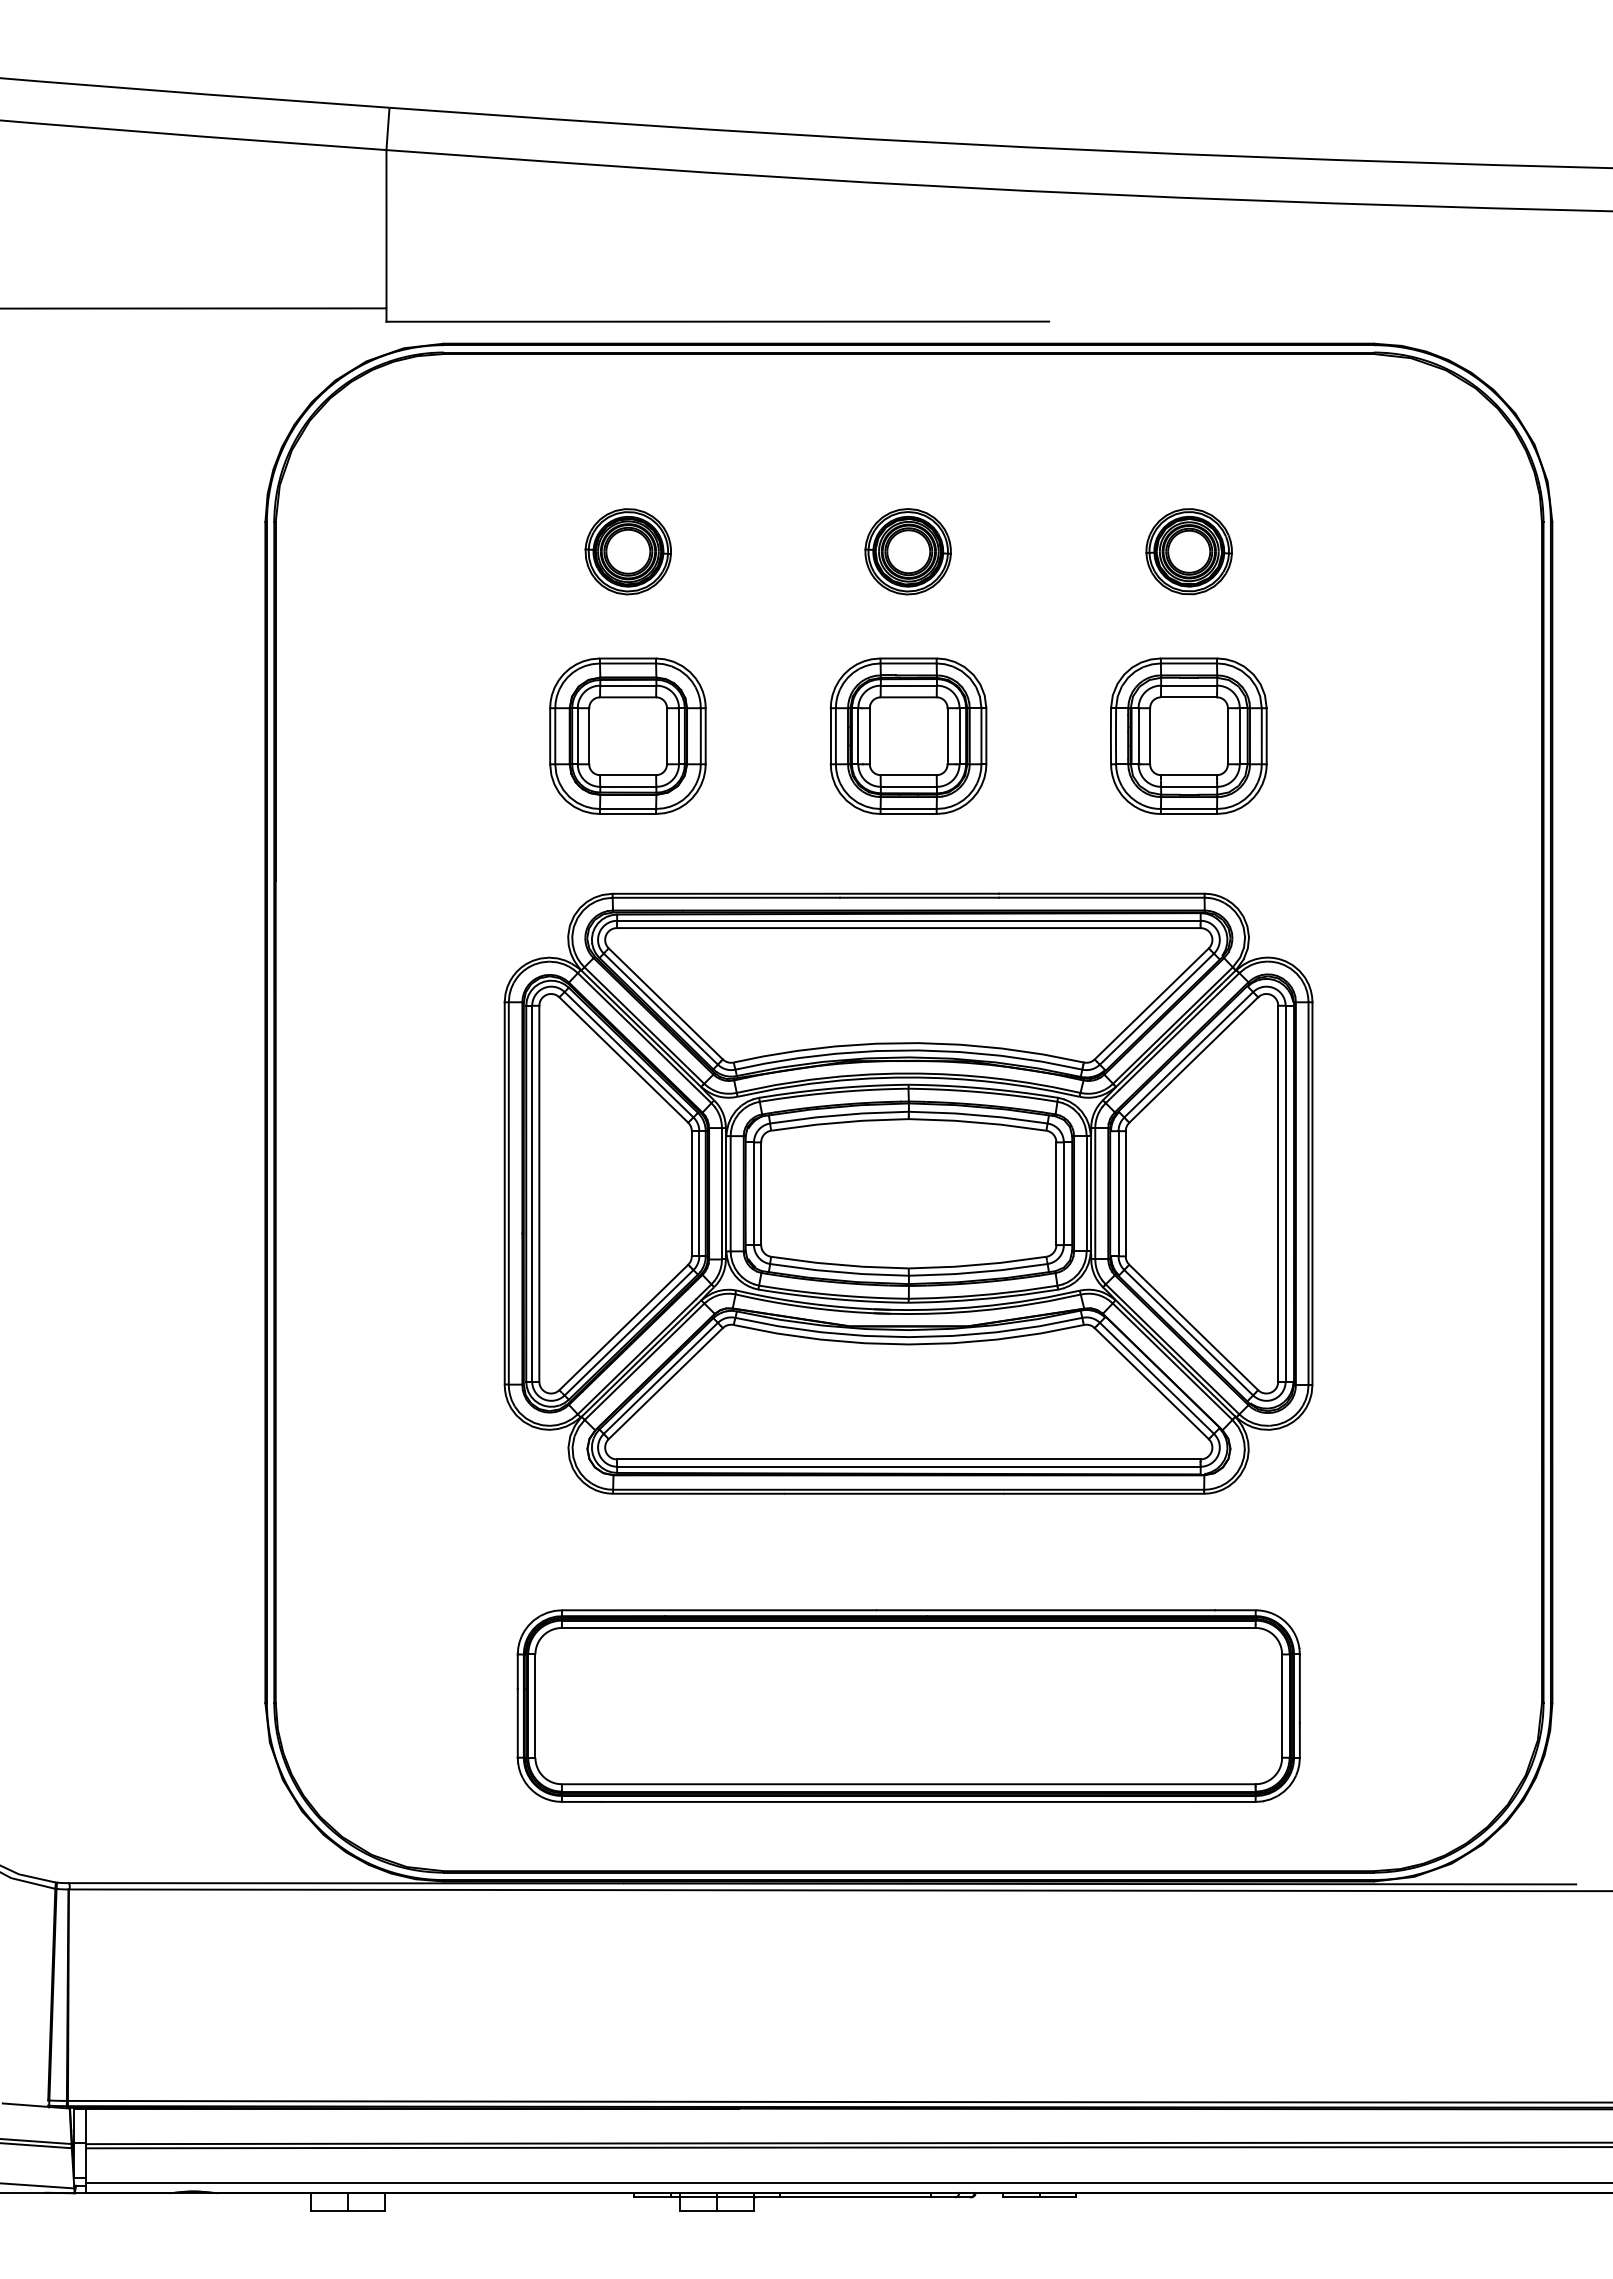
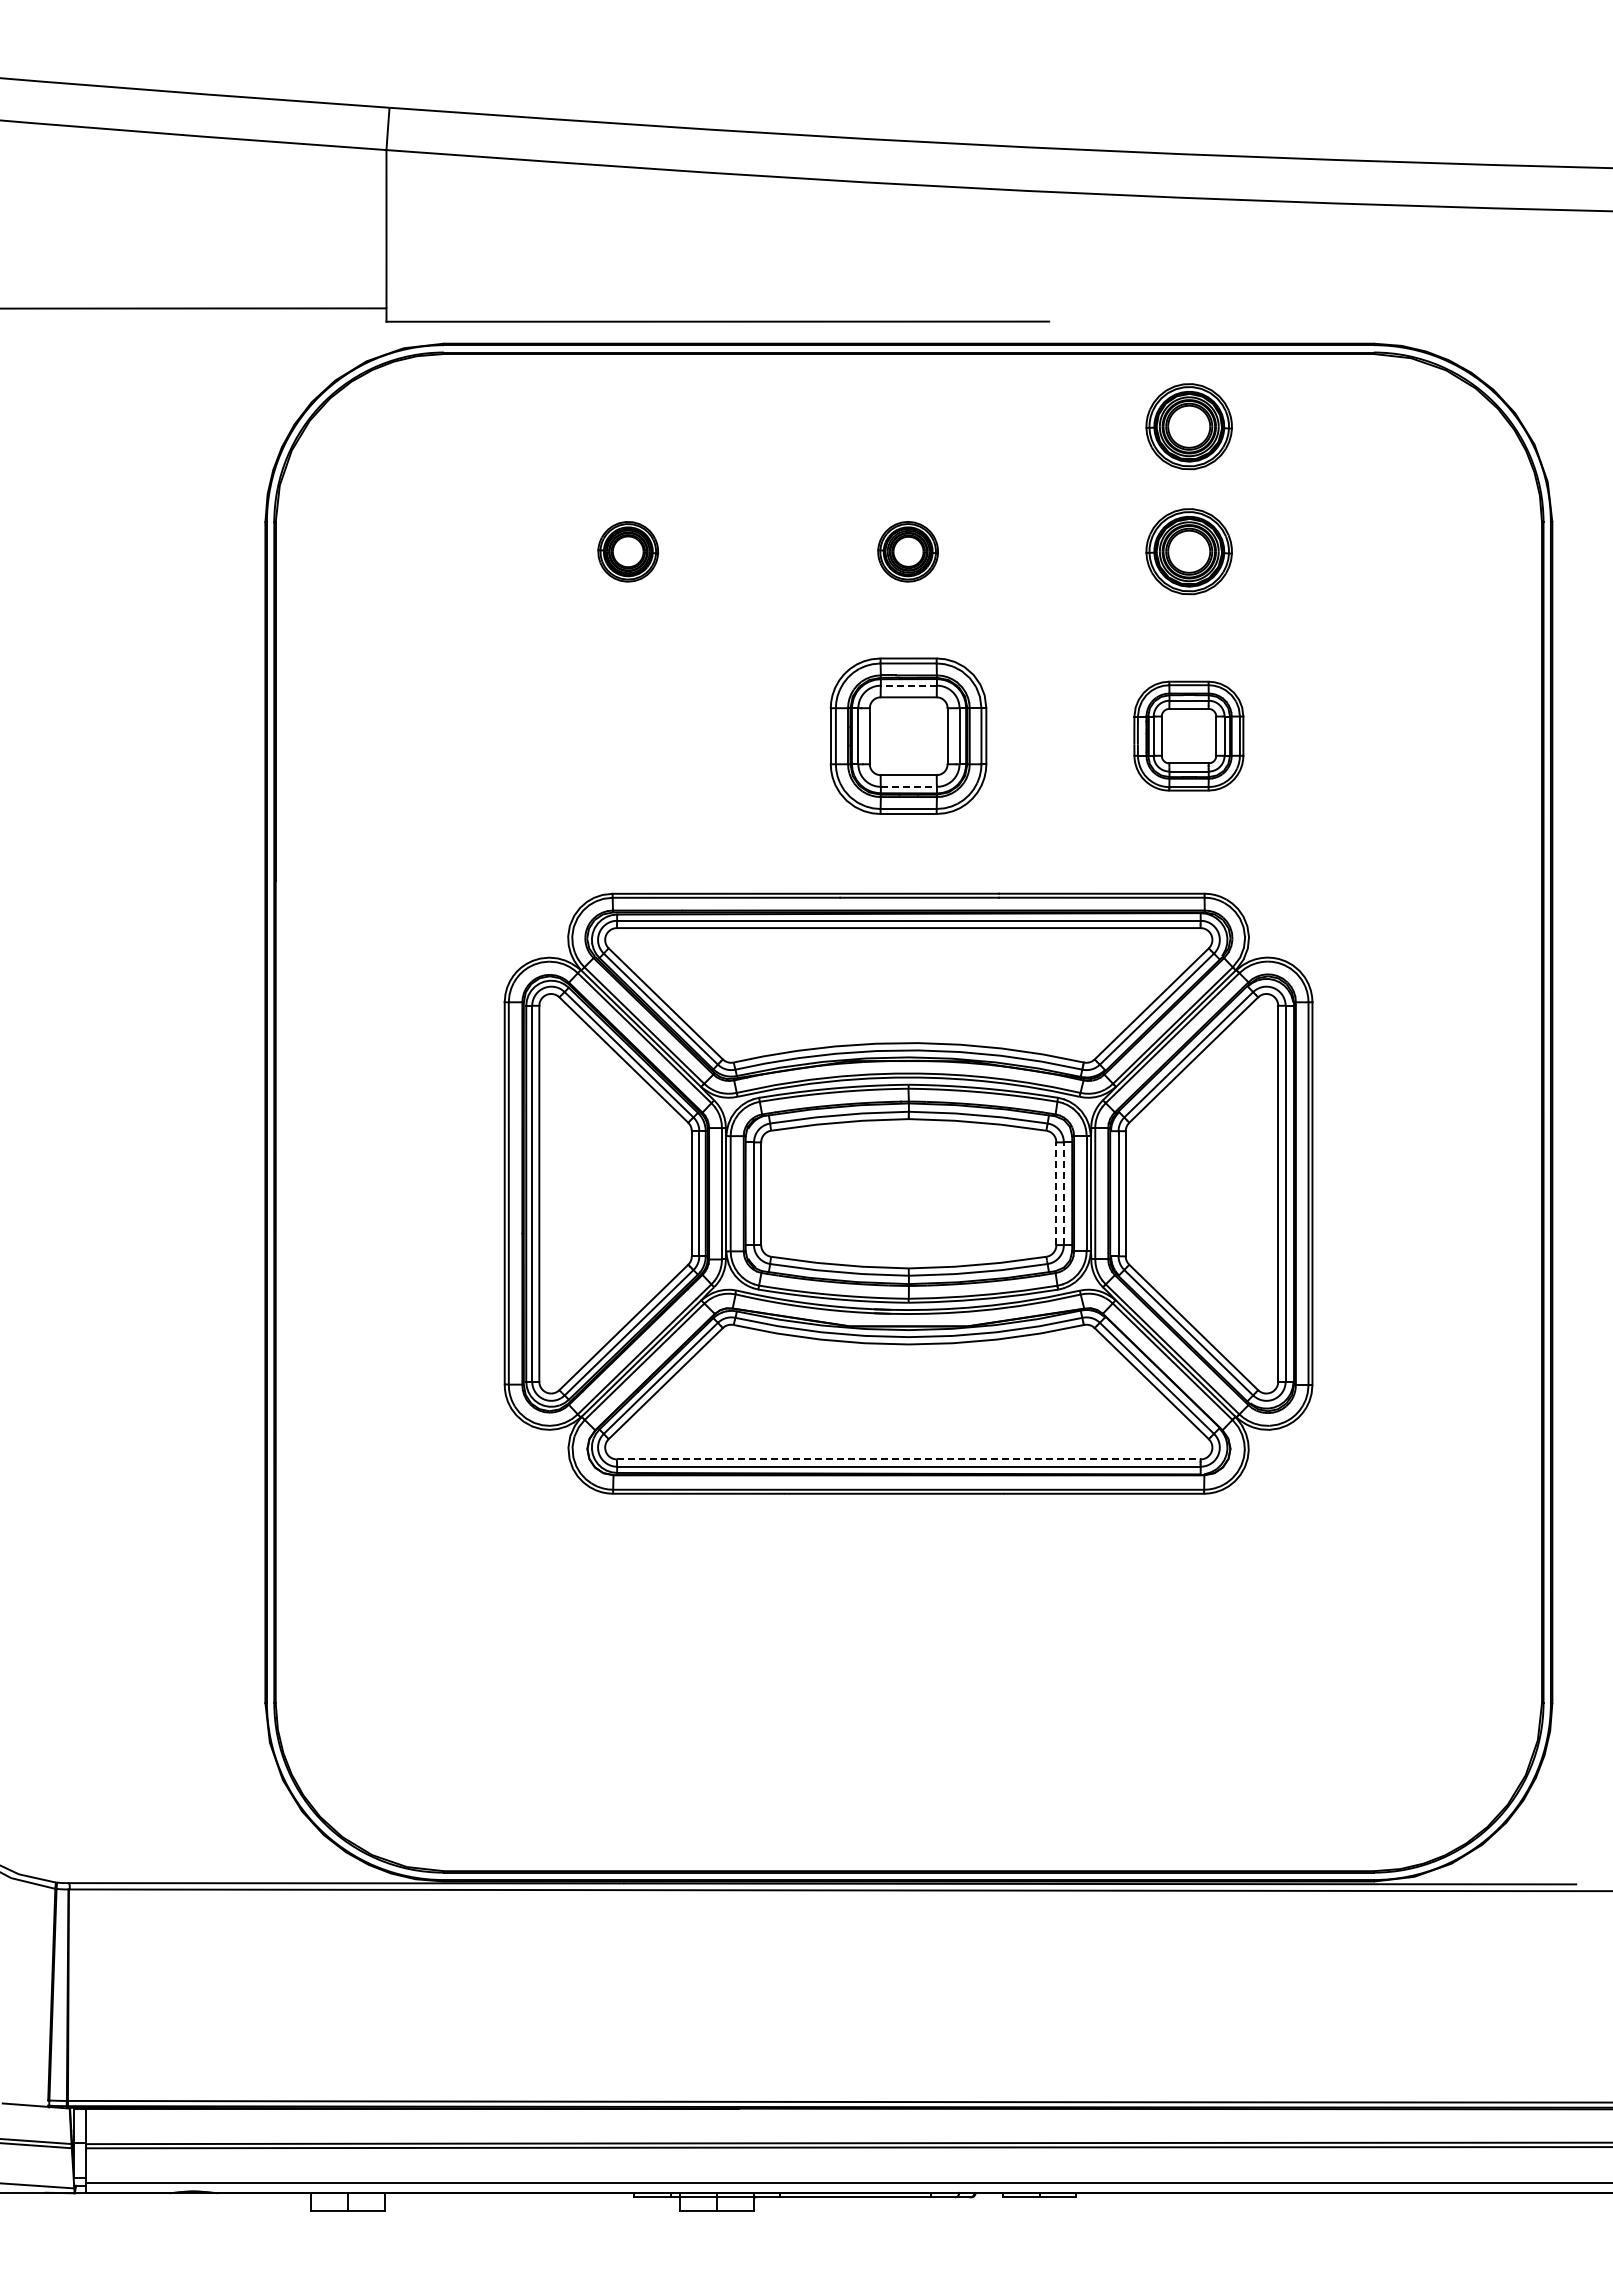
part at (1188, 426): none -> present
part at (627, 551) size: 88x88 px -> 63x62 px
part at (907, 551) size: 88x88 px -> 62x62 px
line at (908, 685): solid -> dashed
part at (627, 735): present -> none
part at (1188, 735) size: 158x158 px -> 112x112 px
line at (909, 786): solid -> dashed
line at (1056, 1193): solid -> dashed
line at (1063, 1193): solid -> dashed
line at (908, 1459): solid -> dashed
part at (908, 1705): present -> none
